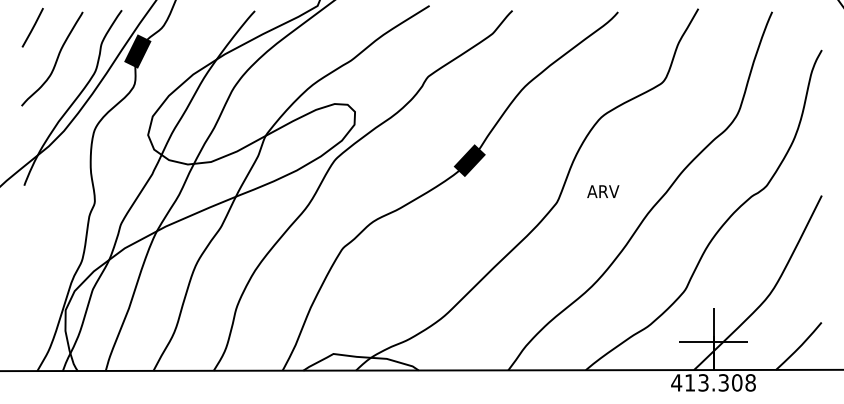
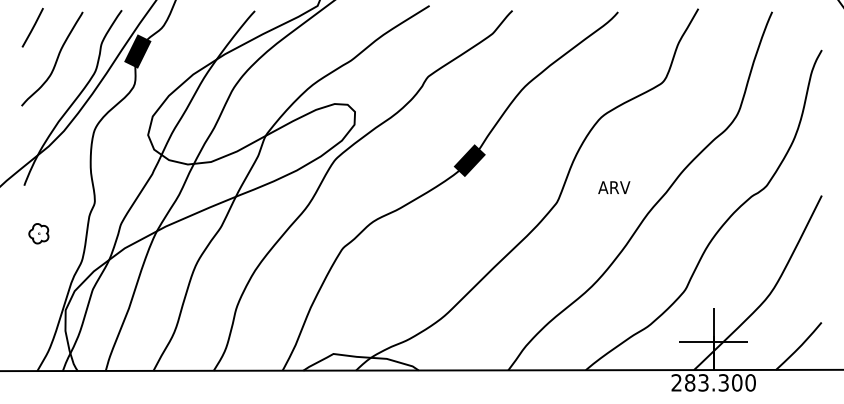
text at (603, 191) position: (603, 191) -> (614, 187)
part at (38, 233): none -> present
text at (713, 382): 413.308 -> 283.300
